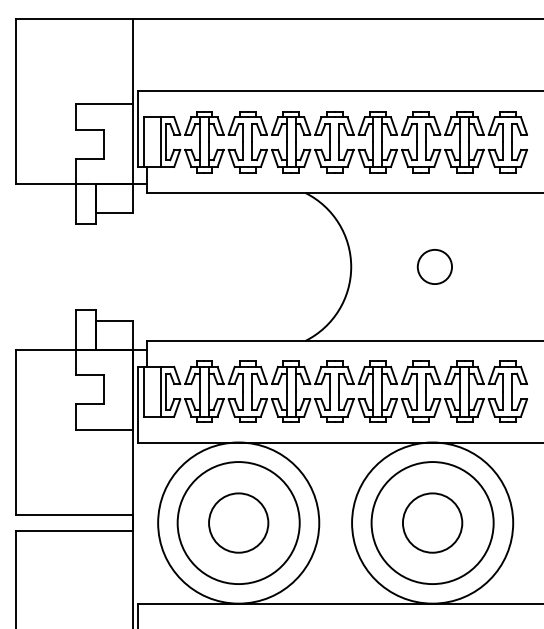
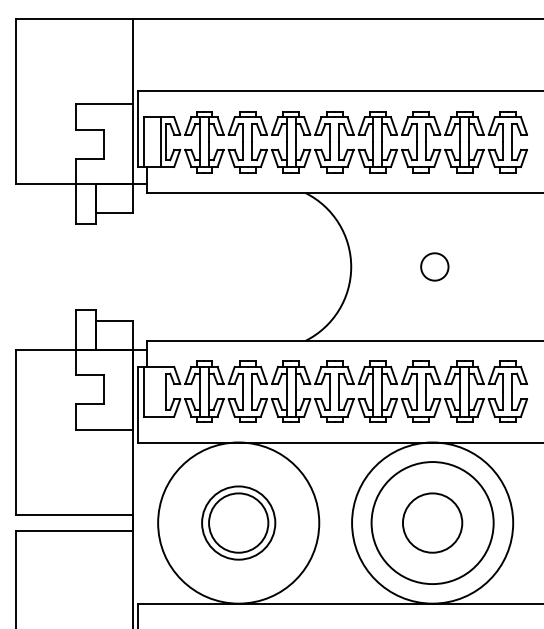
circle at (434, 266) size: 37x36 px -> 30x30 px
line at (161, 391): present -> none
circle at (238, 523) diameter: 122 px -> 73 px
